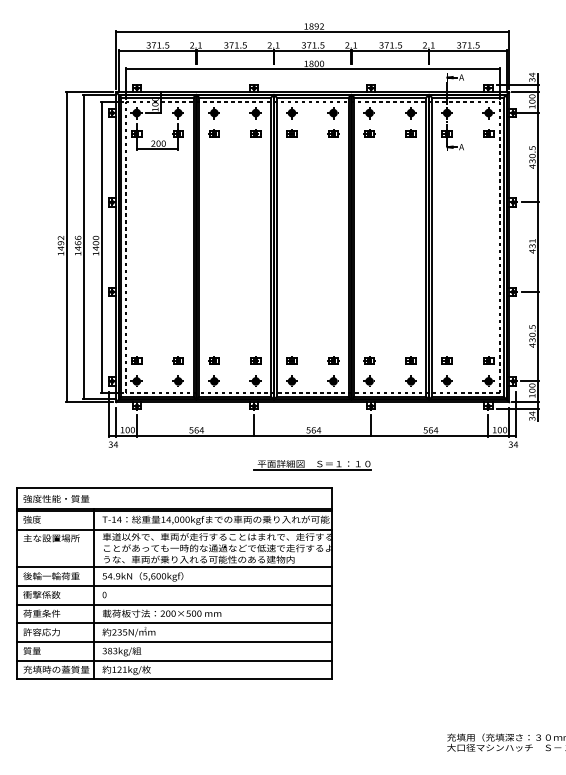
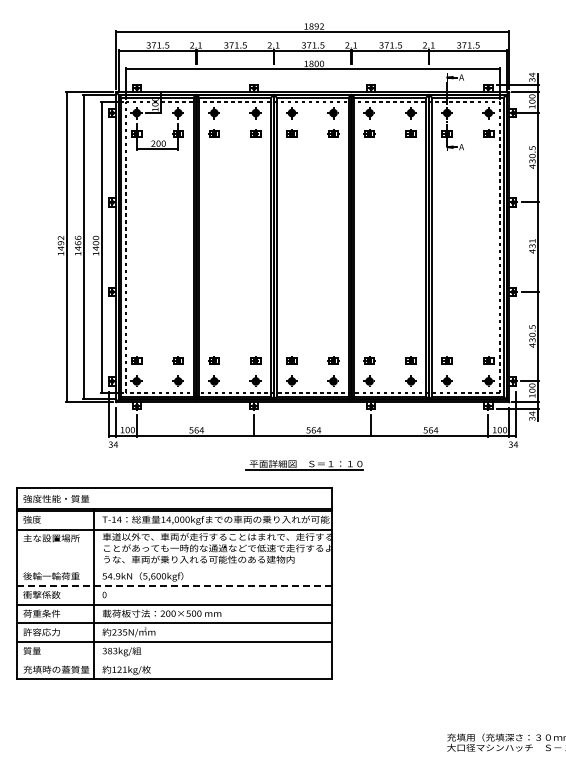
part at (312, 465) position: (312, 465) -> (304, 465)
line at (174, 567): present -> none
line at (174, 585): solid -> dashed
line at (174, 660): present -> none
